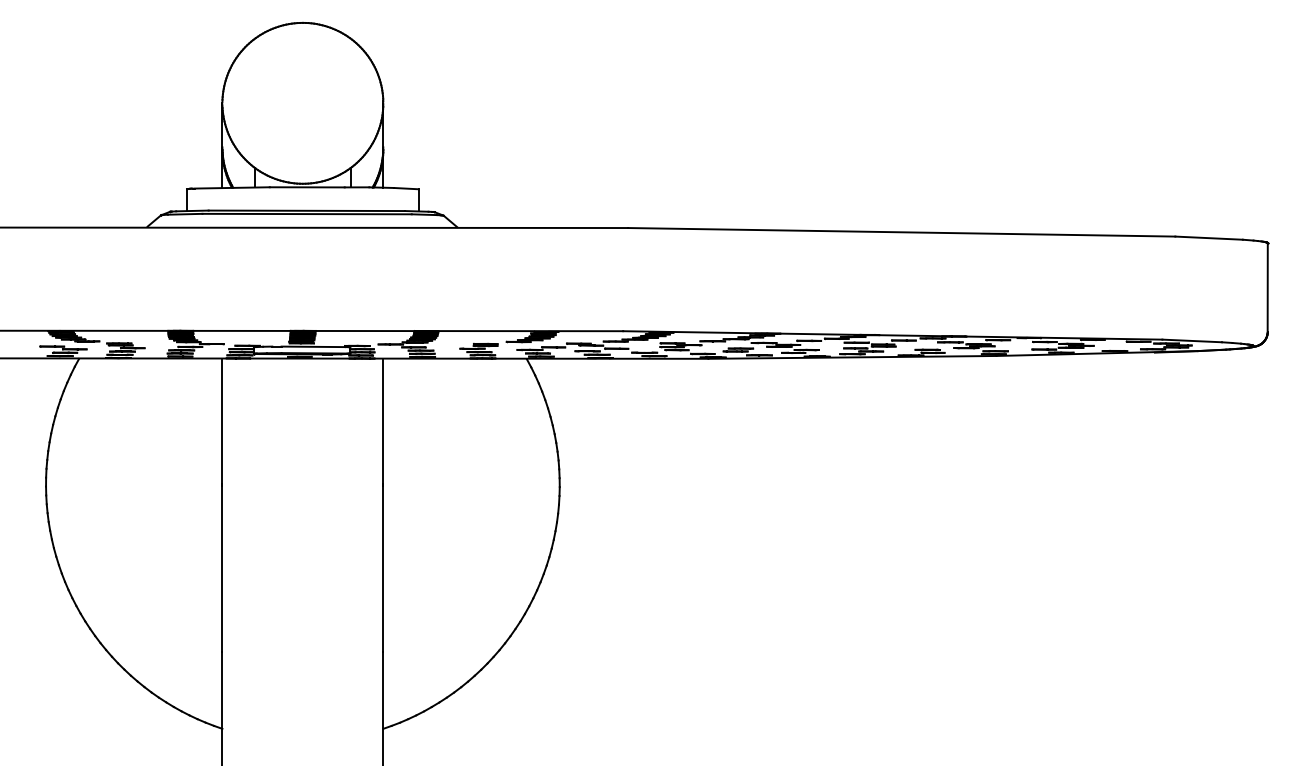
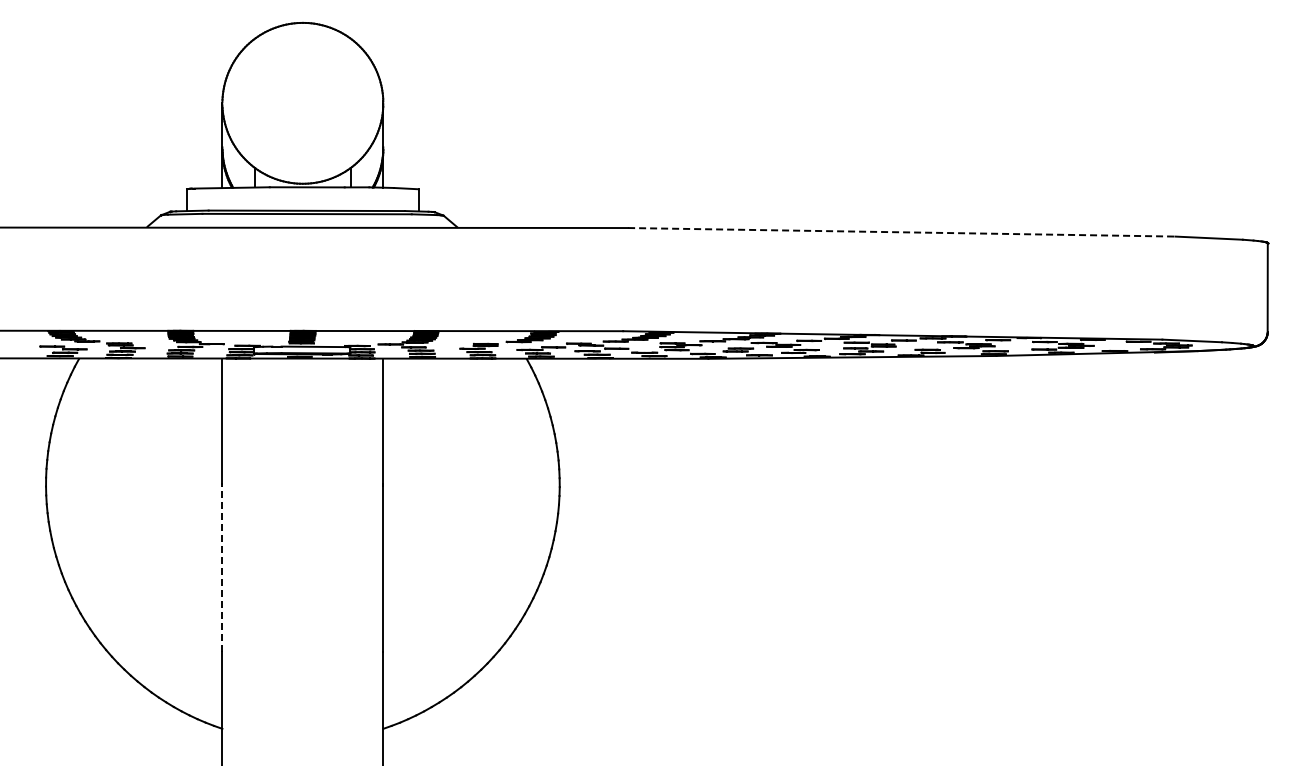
line at (901, 232): solid -> dashed
line at (222, 568): solid -> dashed
